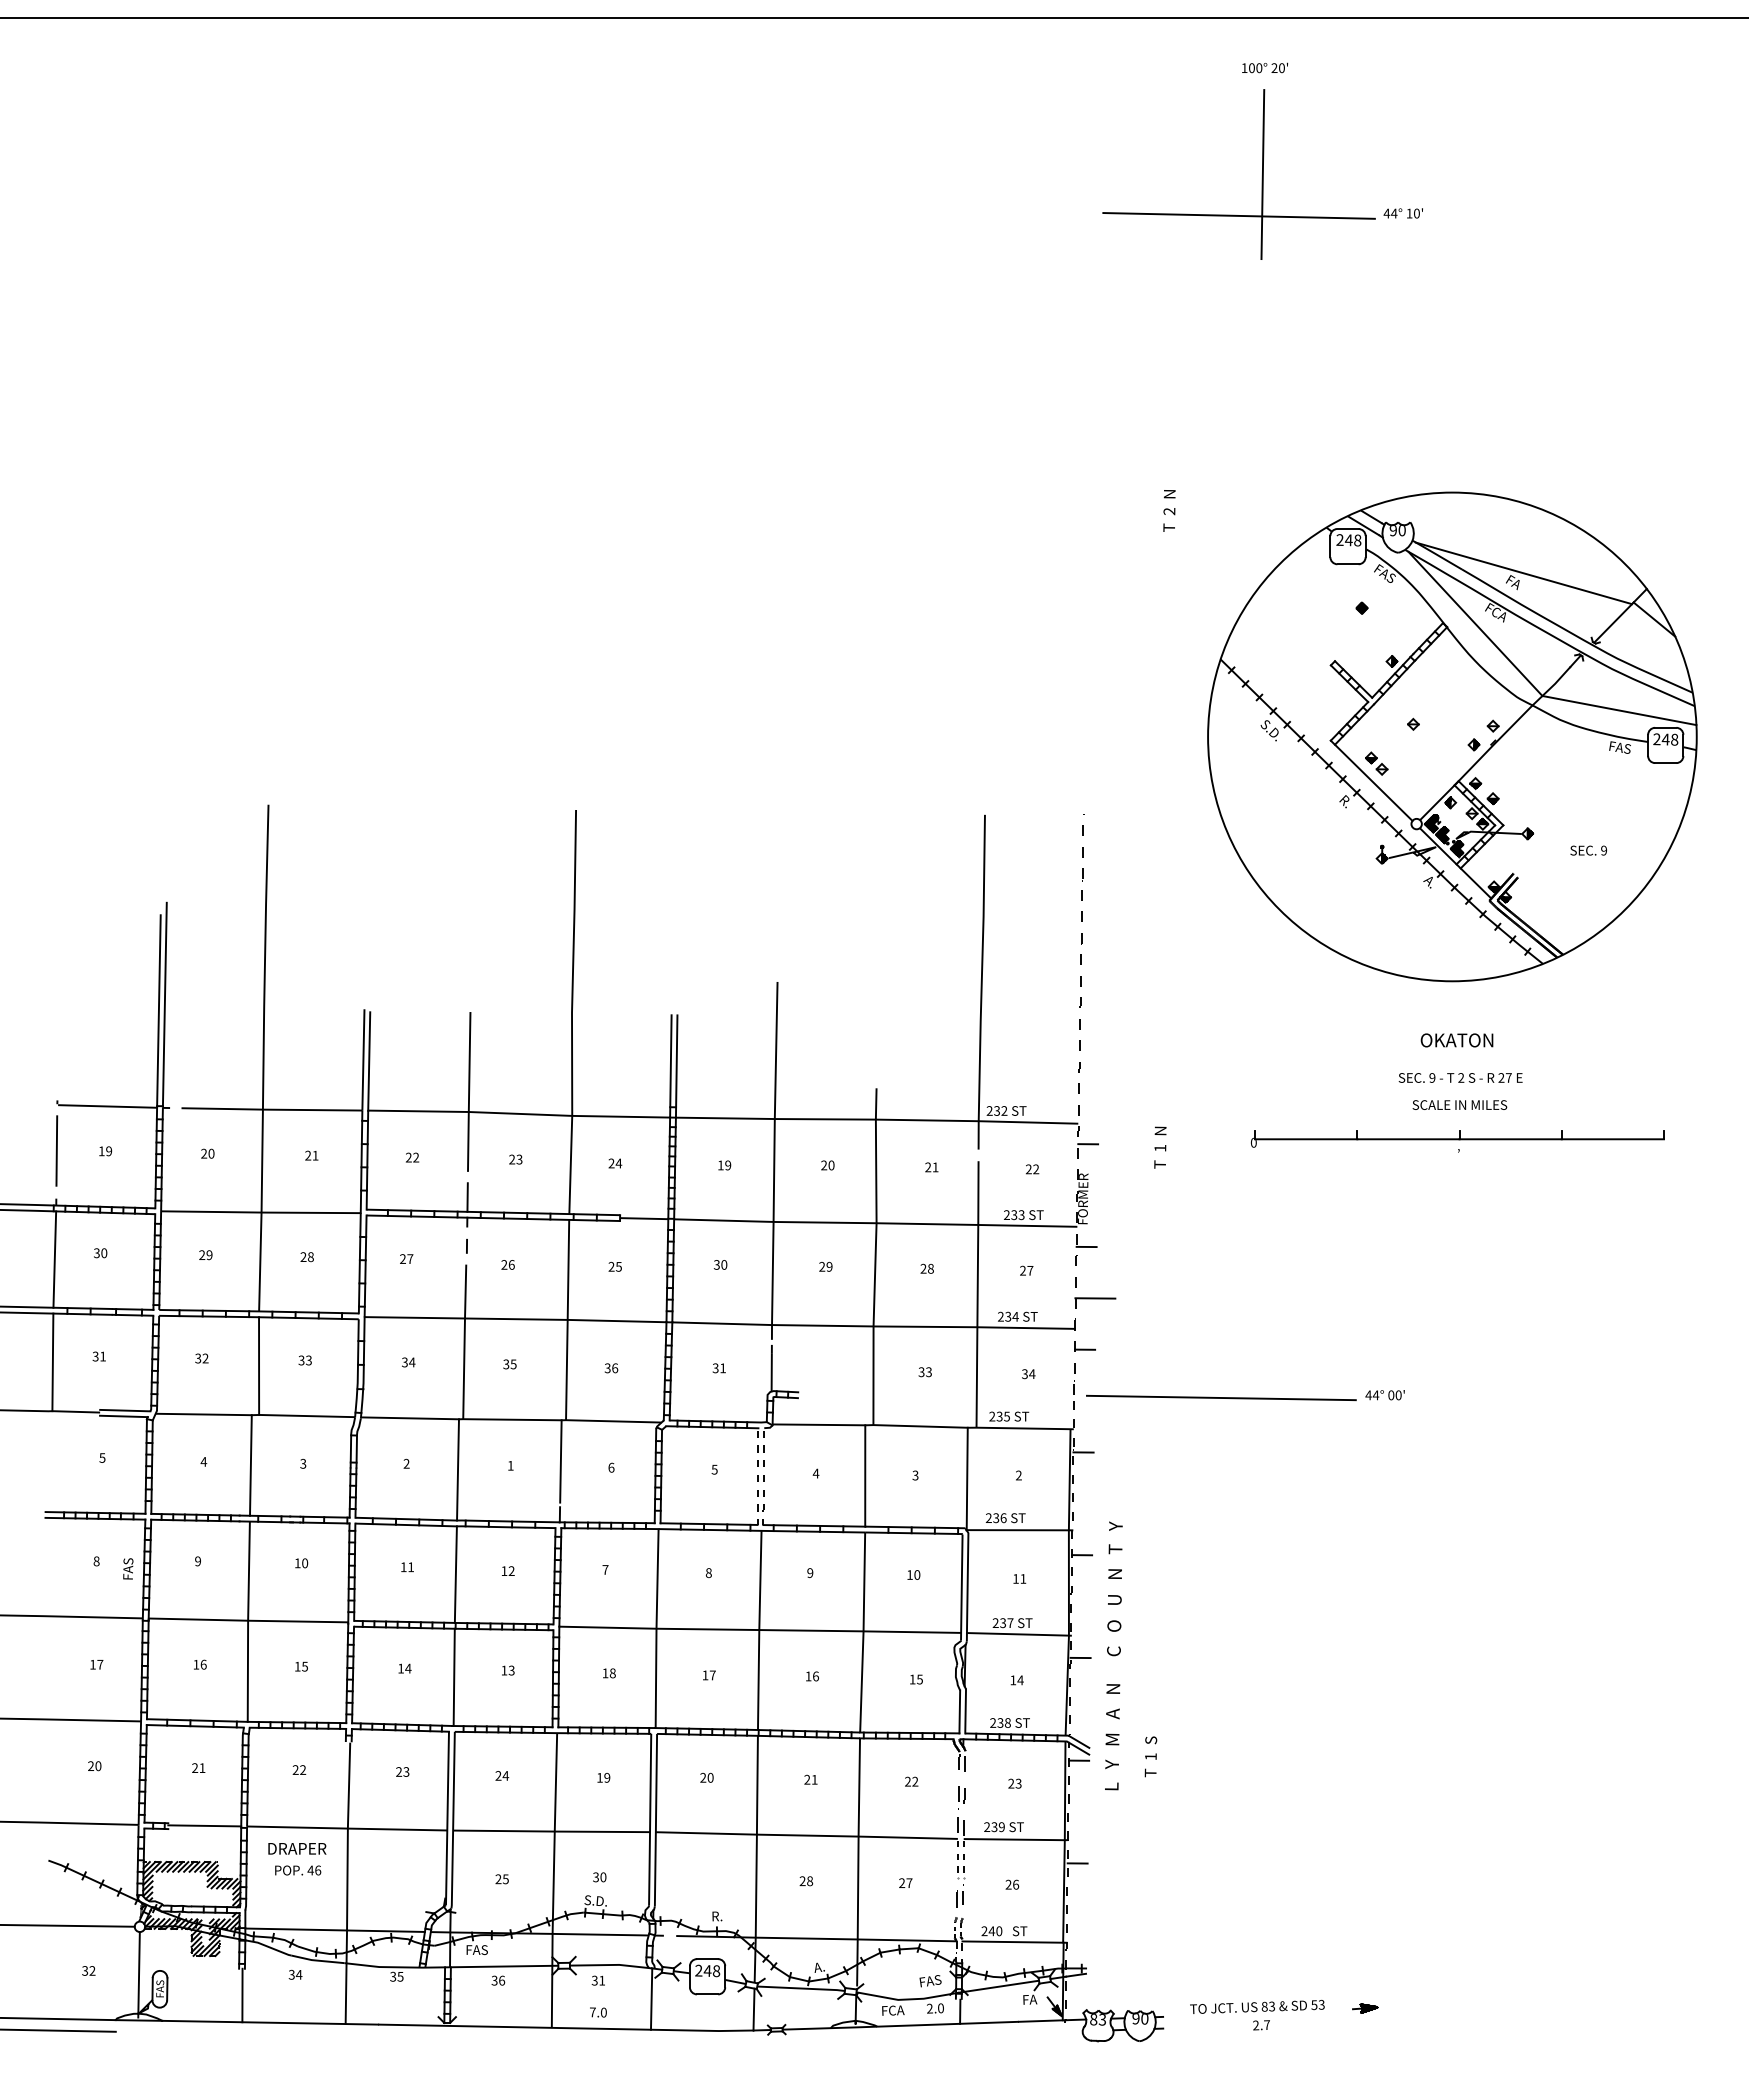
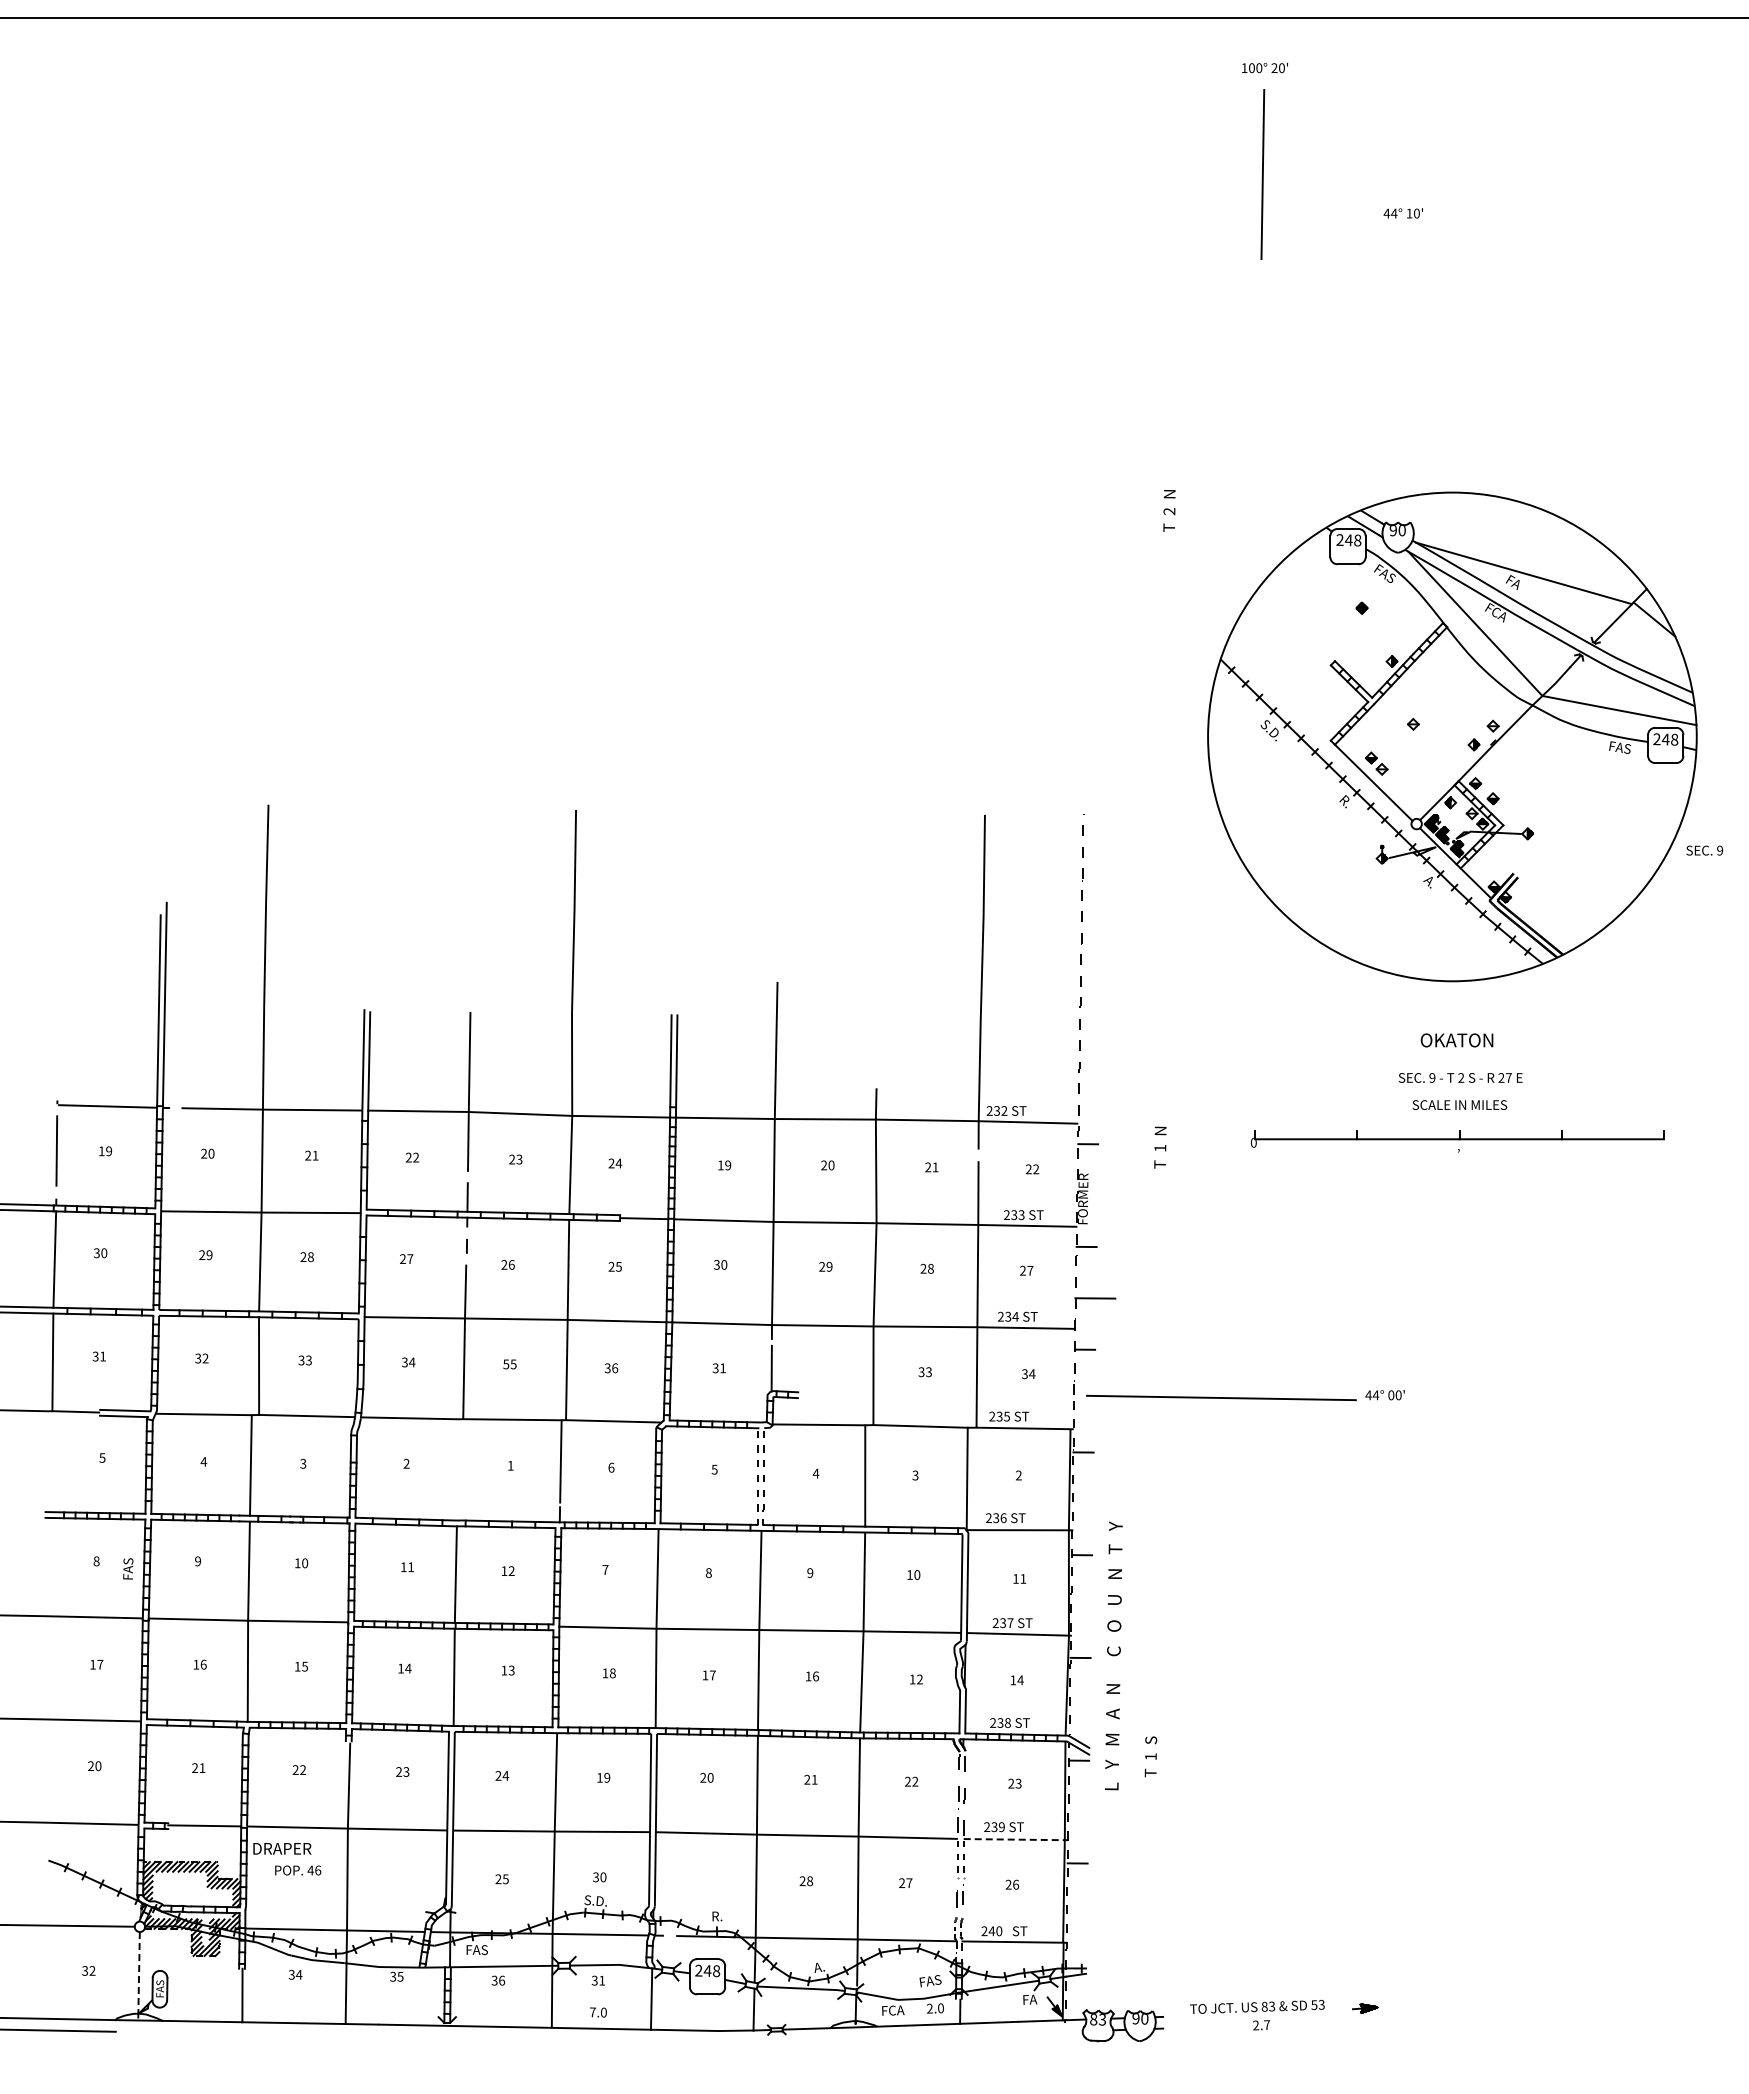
line at (1238, 215): present -> none
text at (1588, 850) position: (1588, 850) -> (1704, 850)
text at (506, 1363): 35 -> 55
line at (458, 1469): present -> none
text at (919, 1679): 15 -> 12
line at (1017, 1839): solid -> dashed
text at (297, 1848) position: (297, 1848) -> (282, 1848)
line at (139, 1972): solid -> dashed
